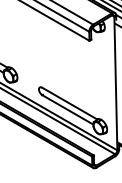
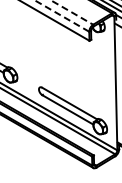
line at (72, 12): solid -> dashed
line at (61, 15): solid -> dashed
